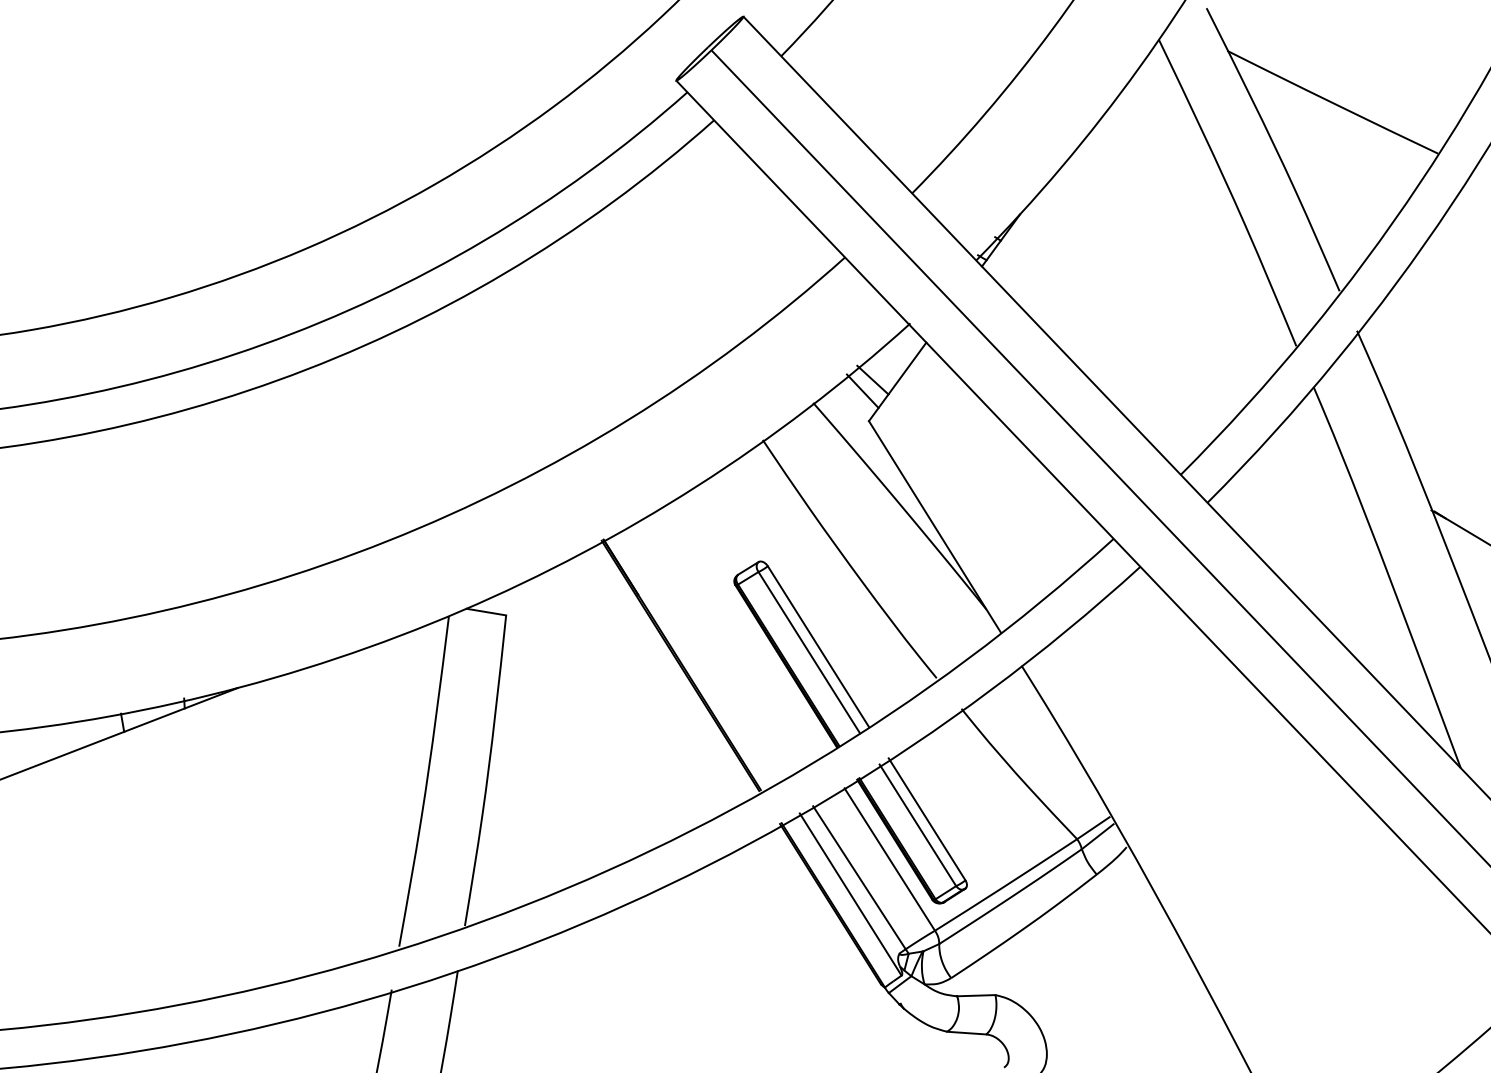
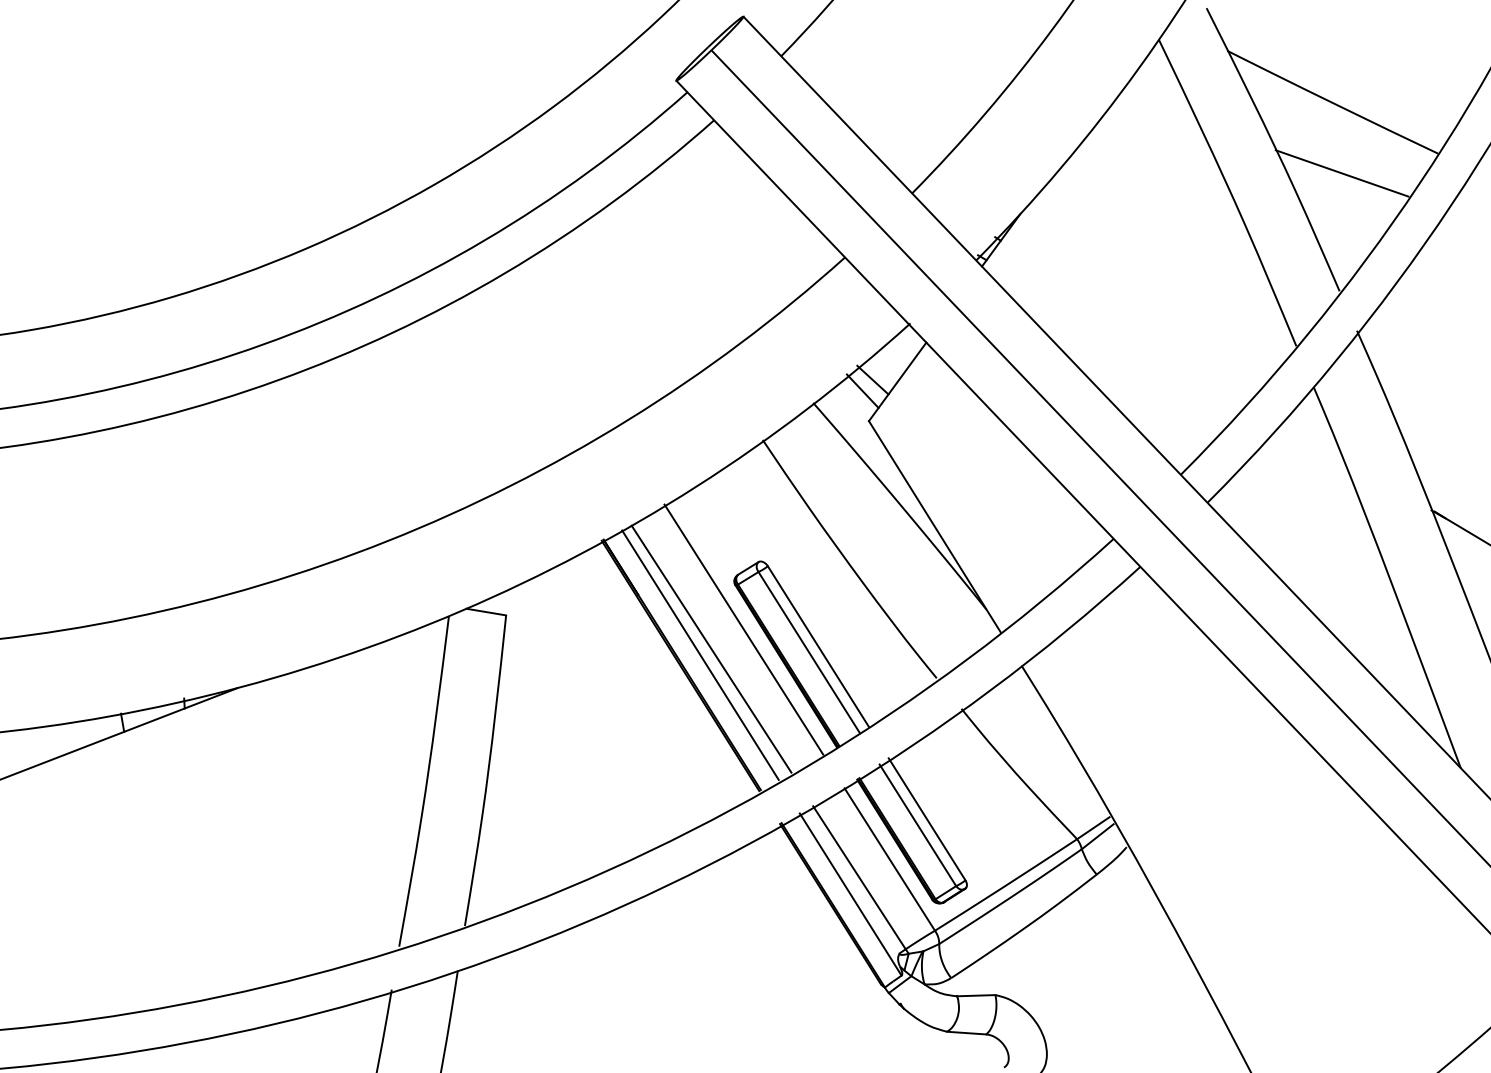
line at (1341, 173): none -> present
line at (743, 629): none -> present
line at (711, 648): none -> present
line at (700, 654): none -> present
